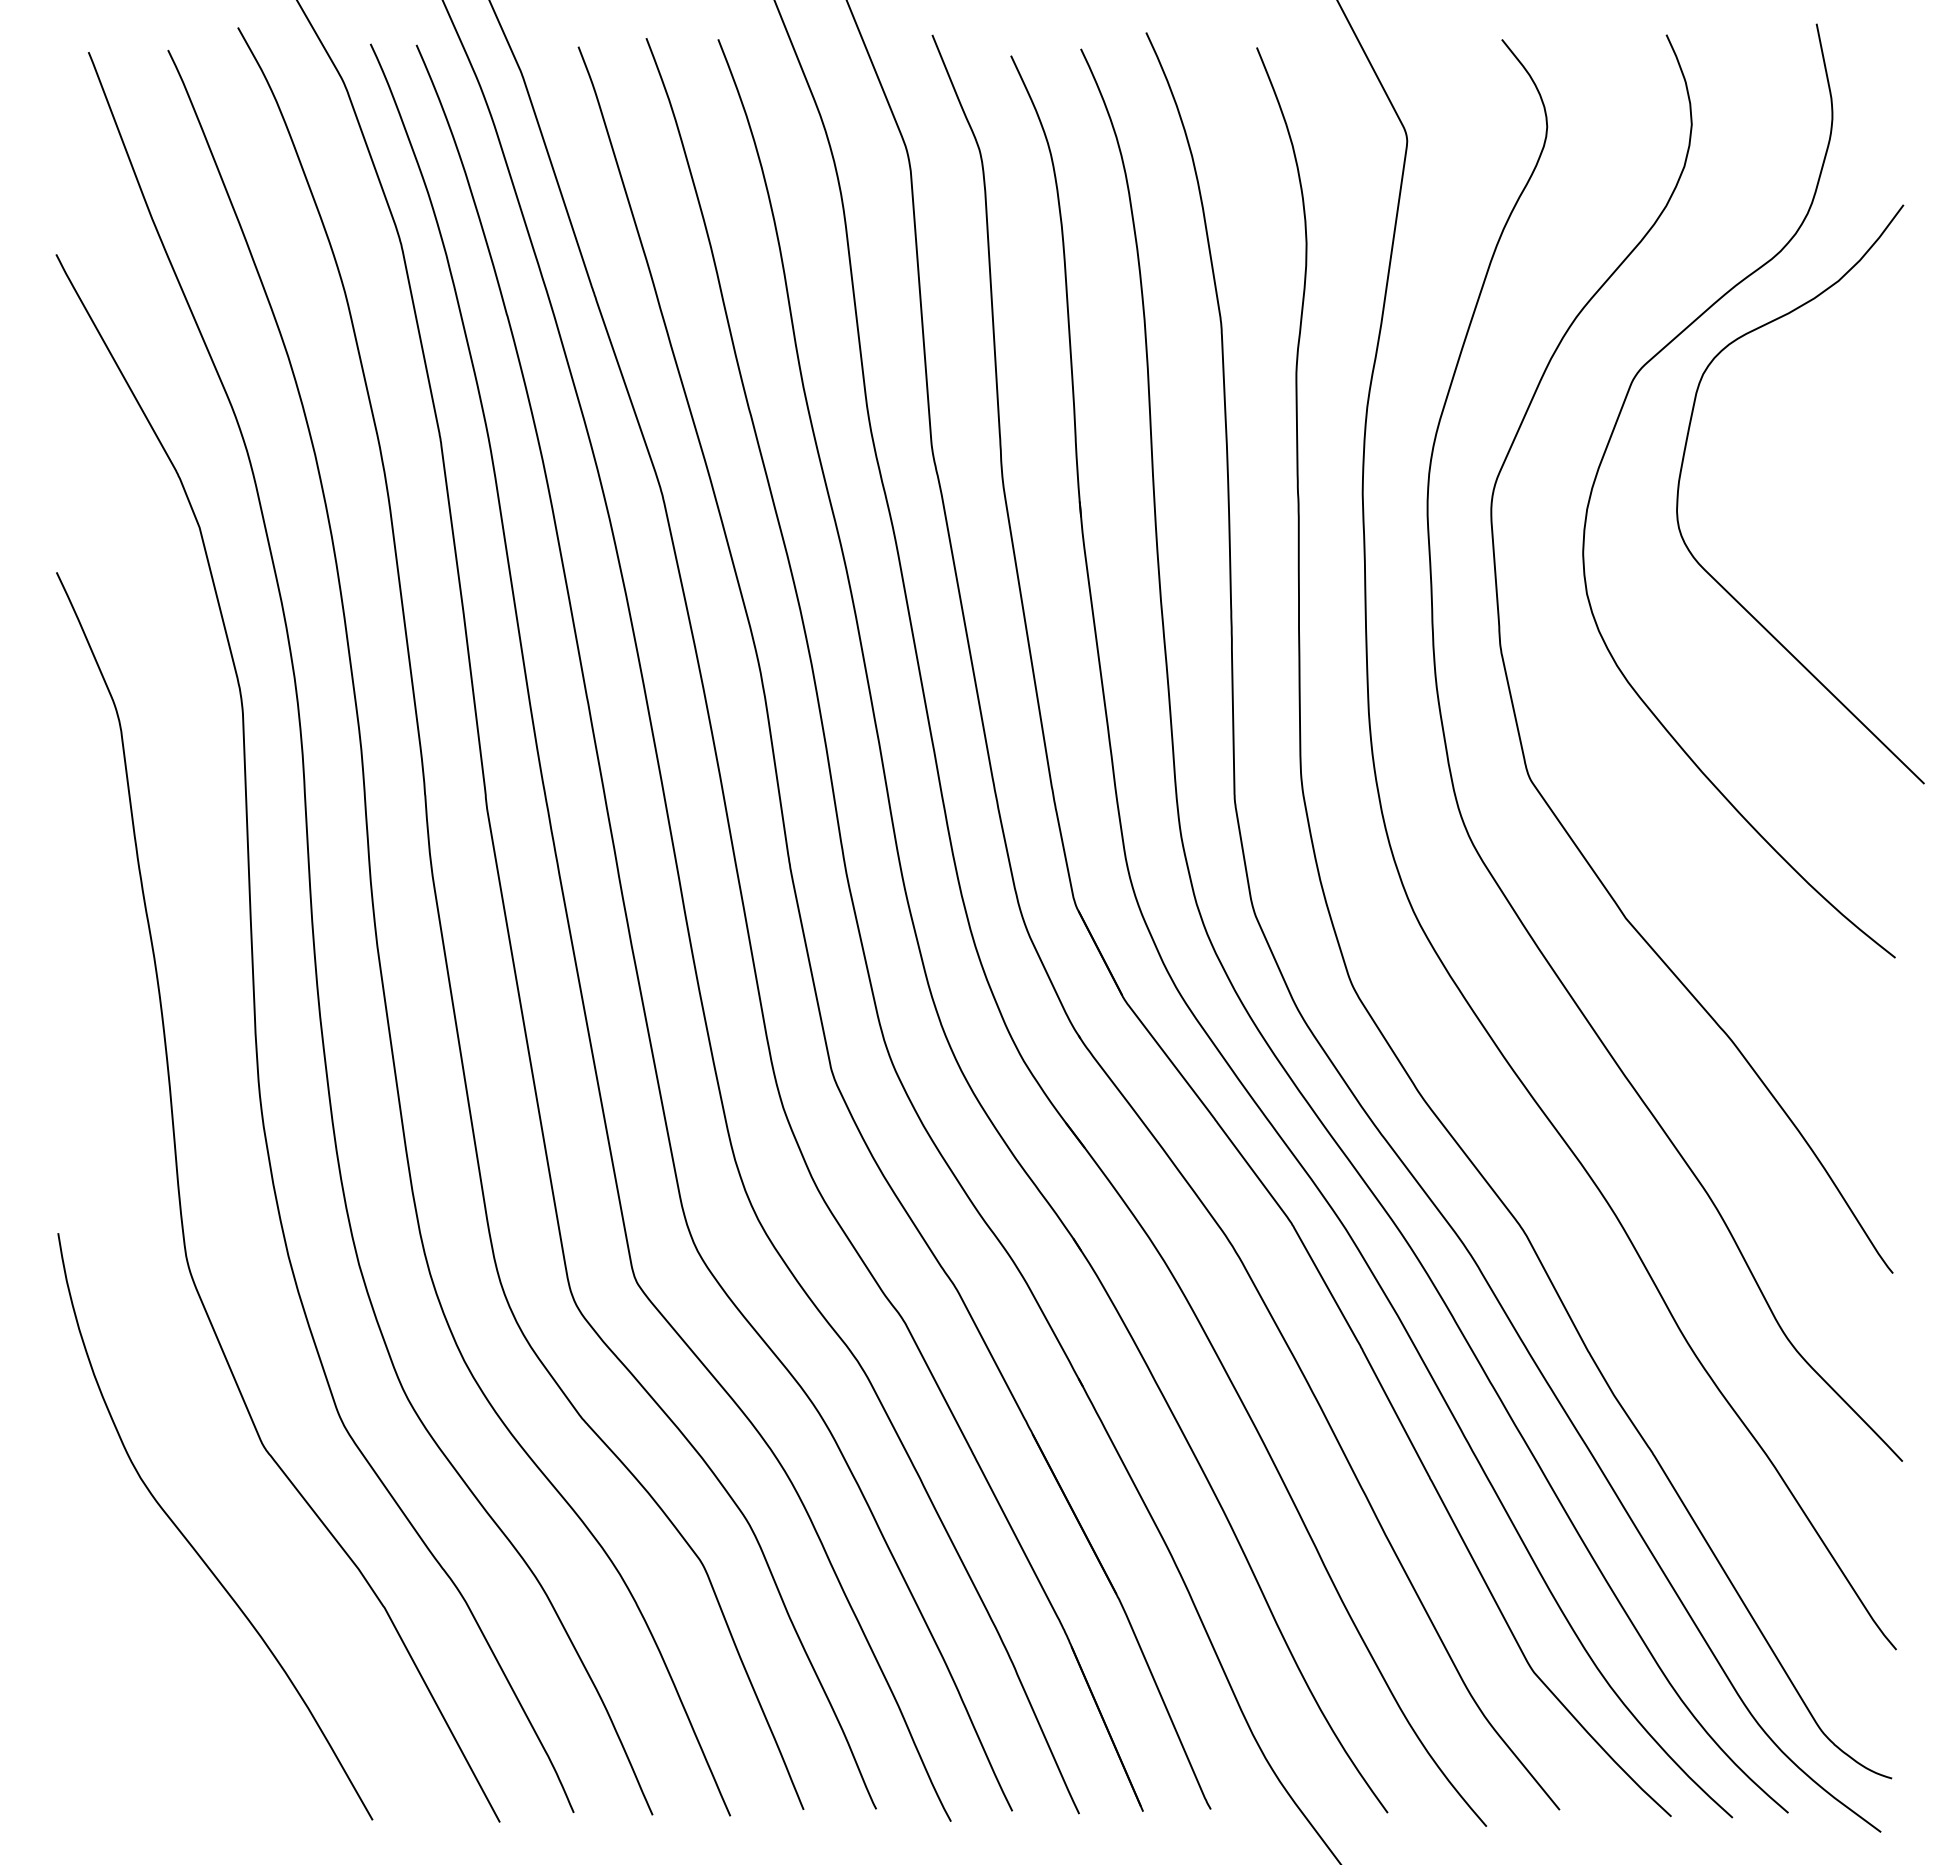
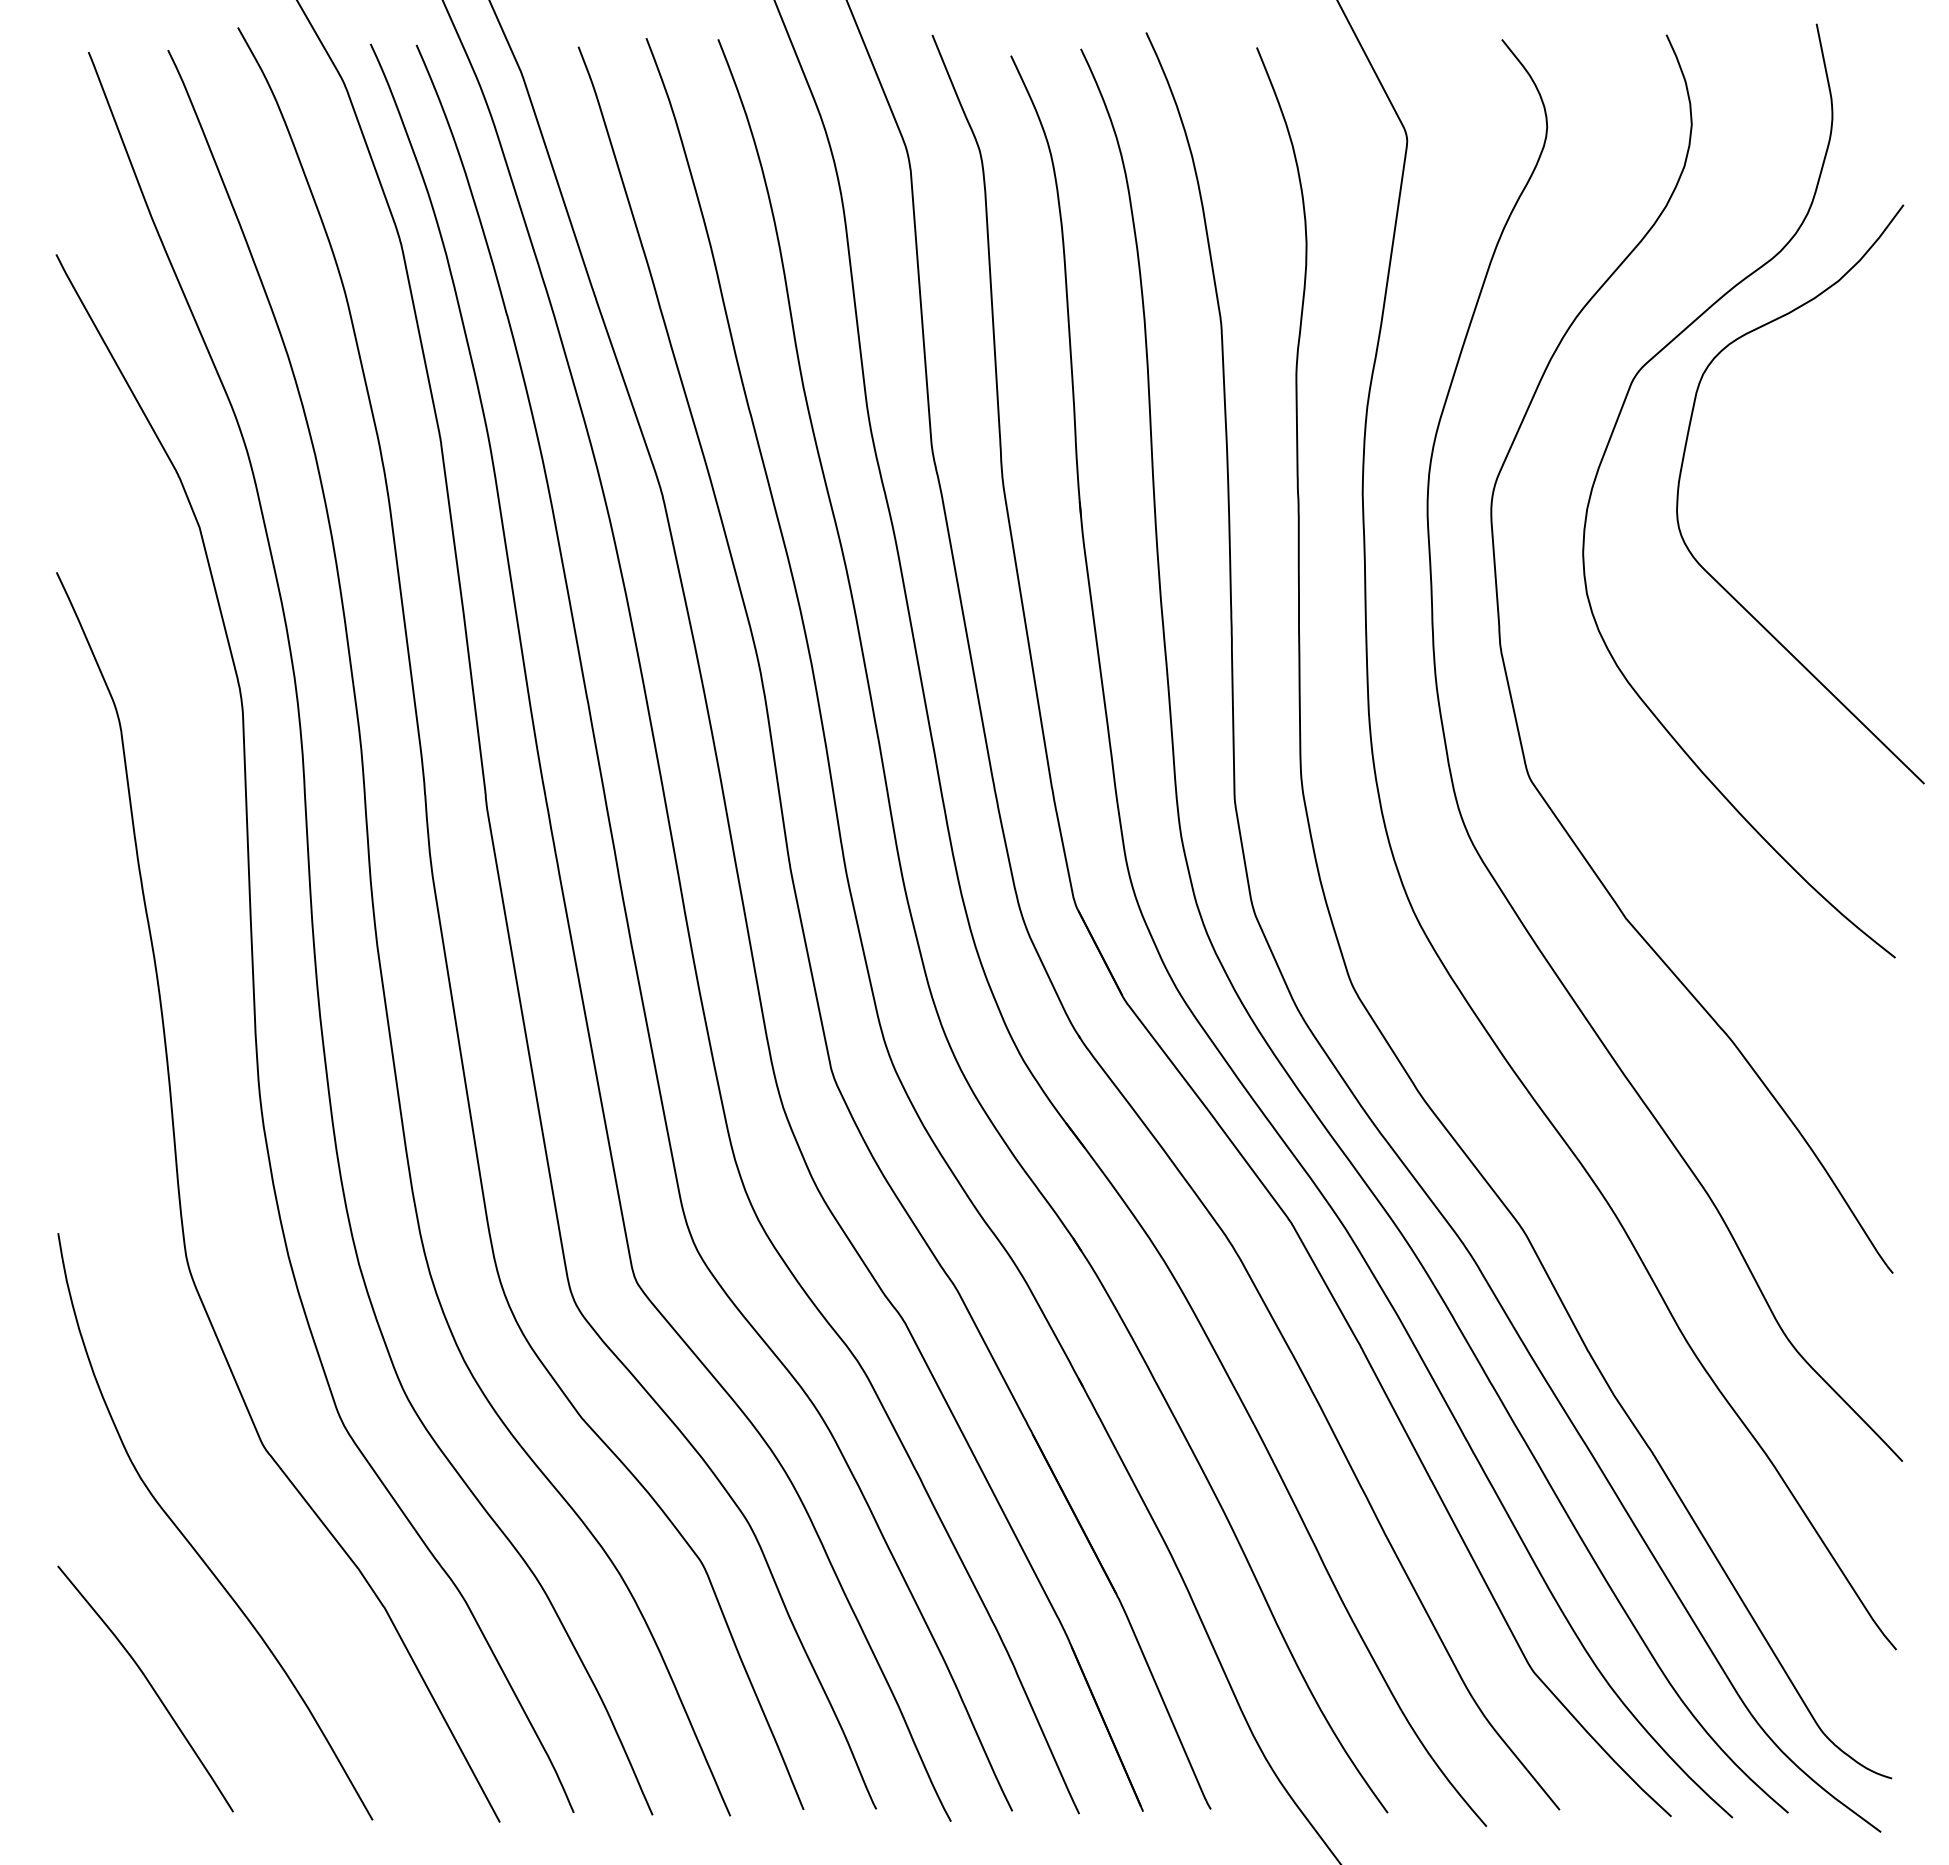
curve at (149, 1685): none -> present
